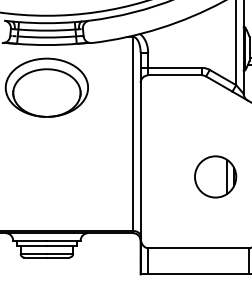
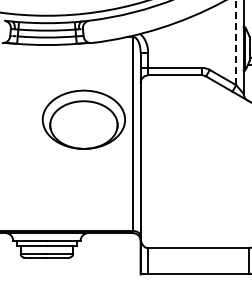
line at (236, 42): solid -> dashed
part at (46, 87) position: (46, 87) -> (83, 119)
part at (215, 176): present -> none
